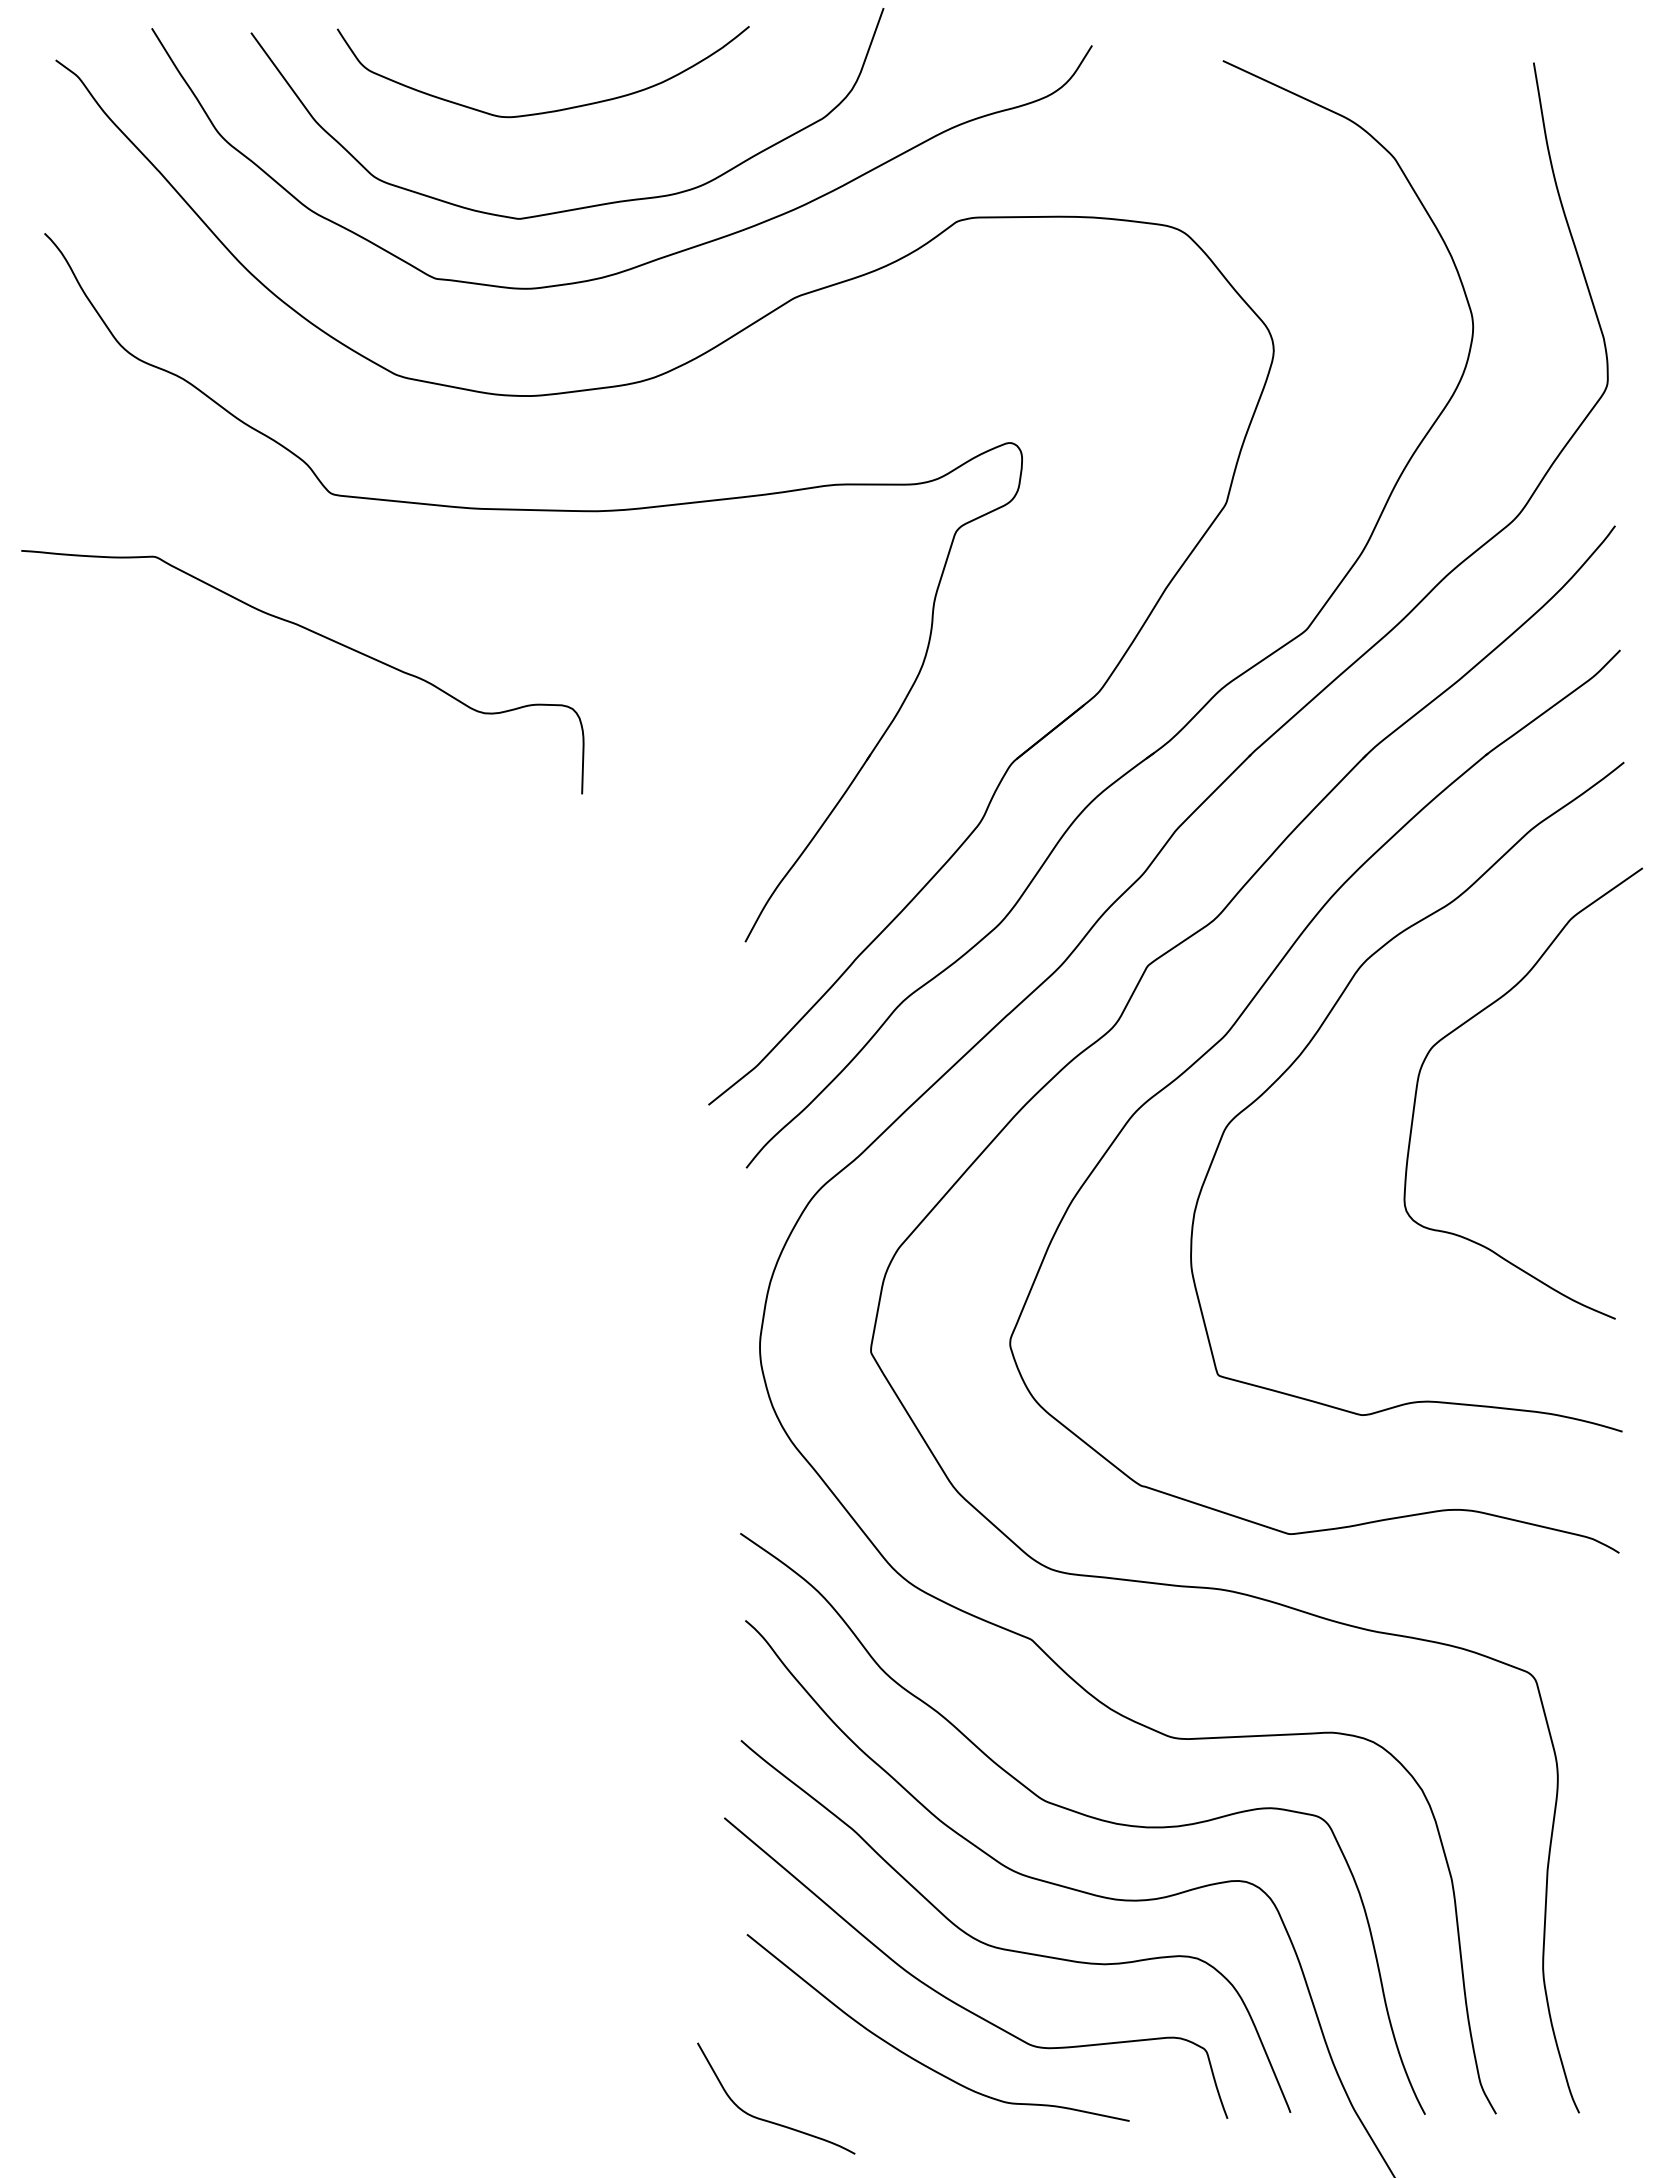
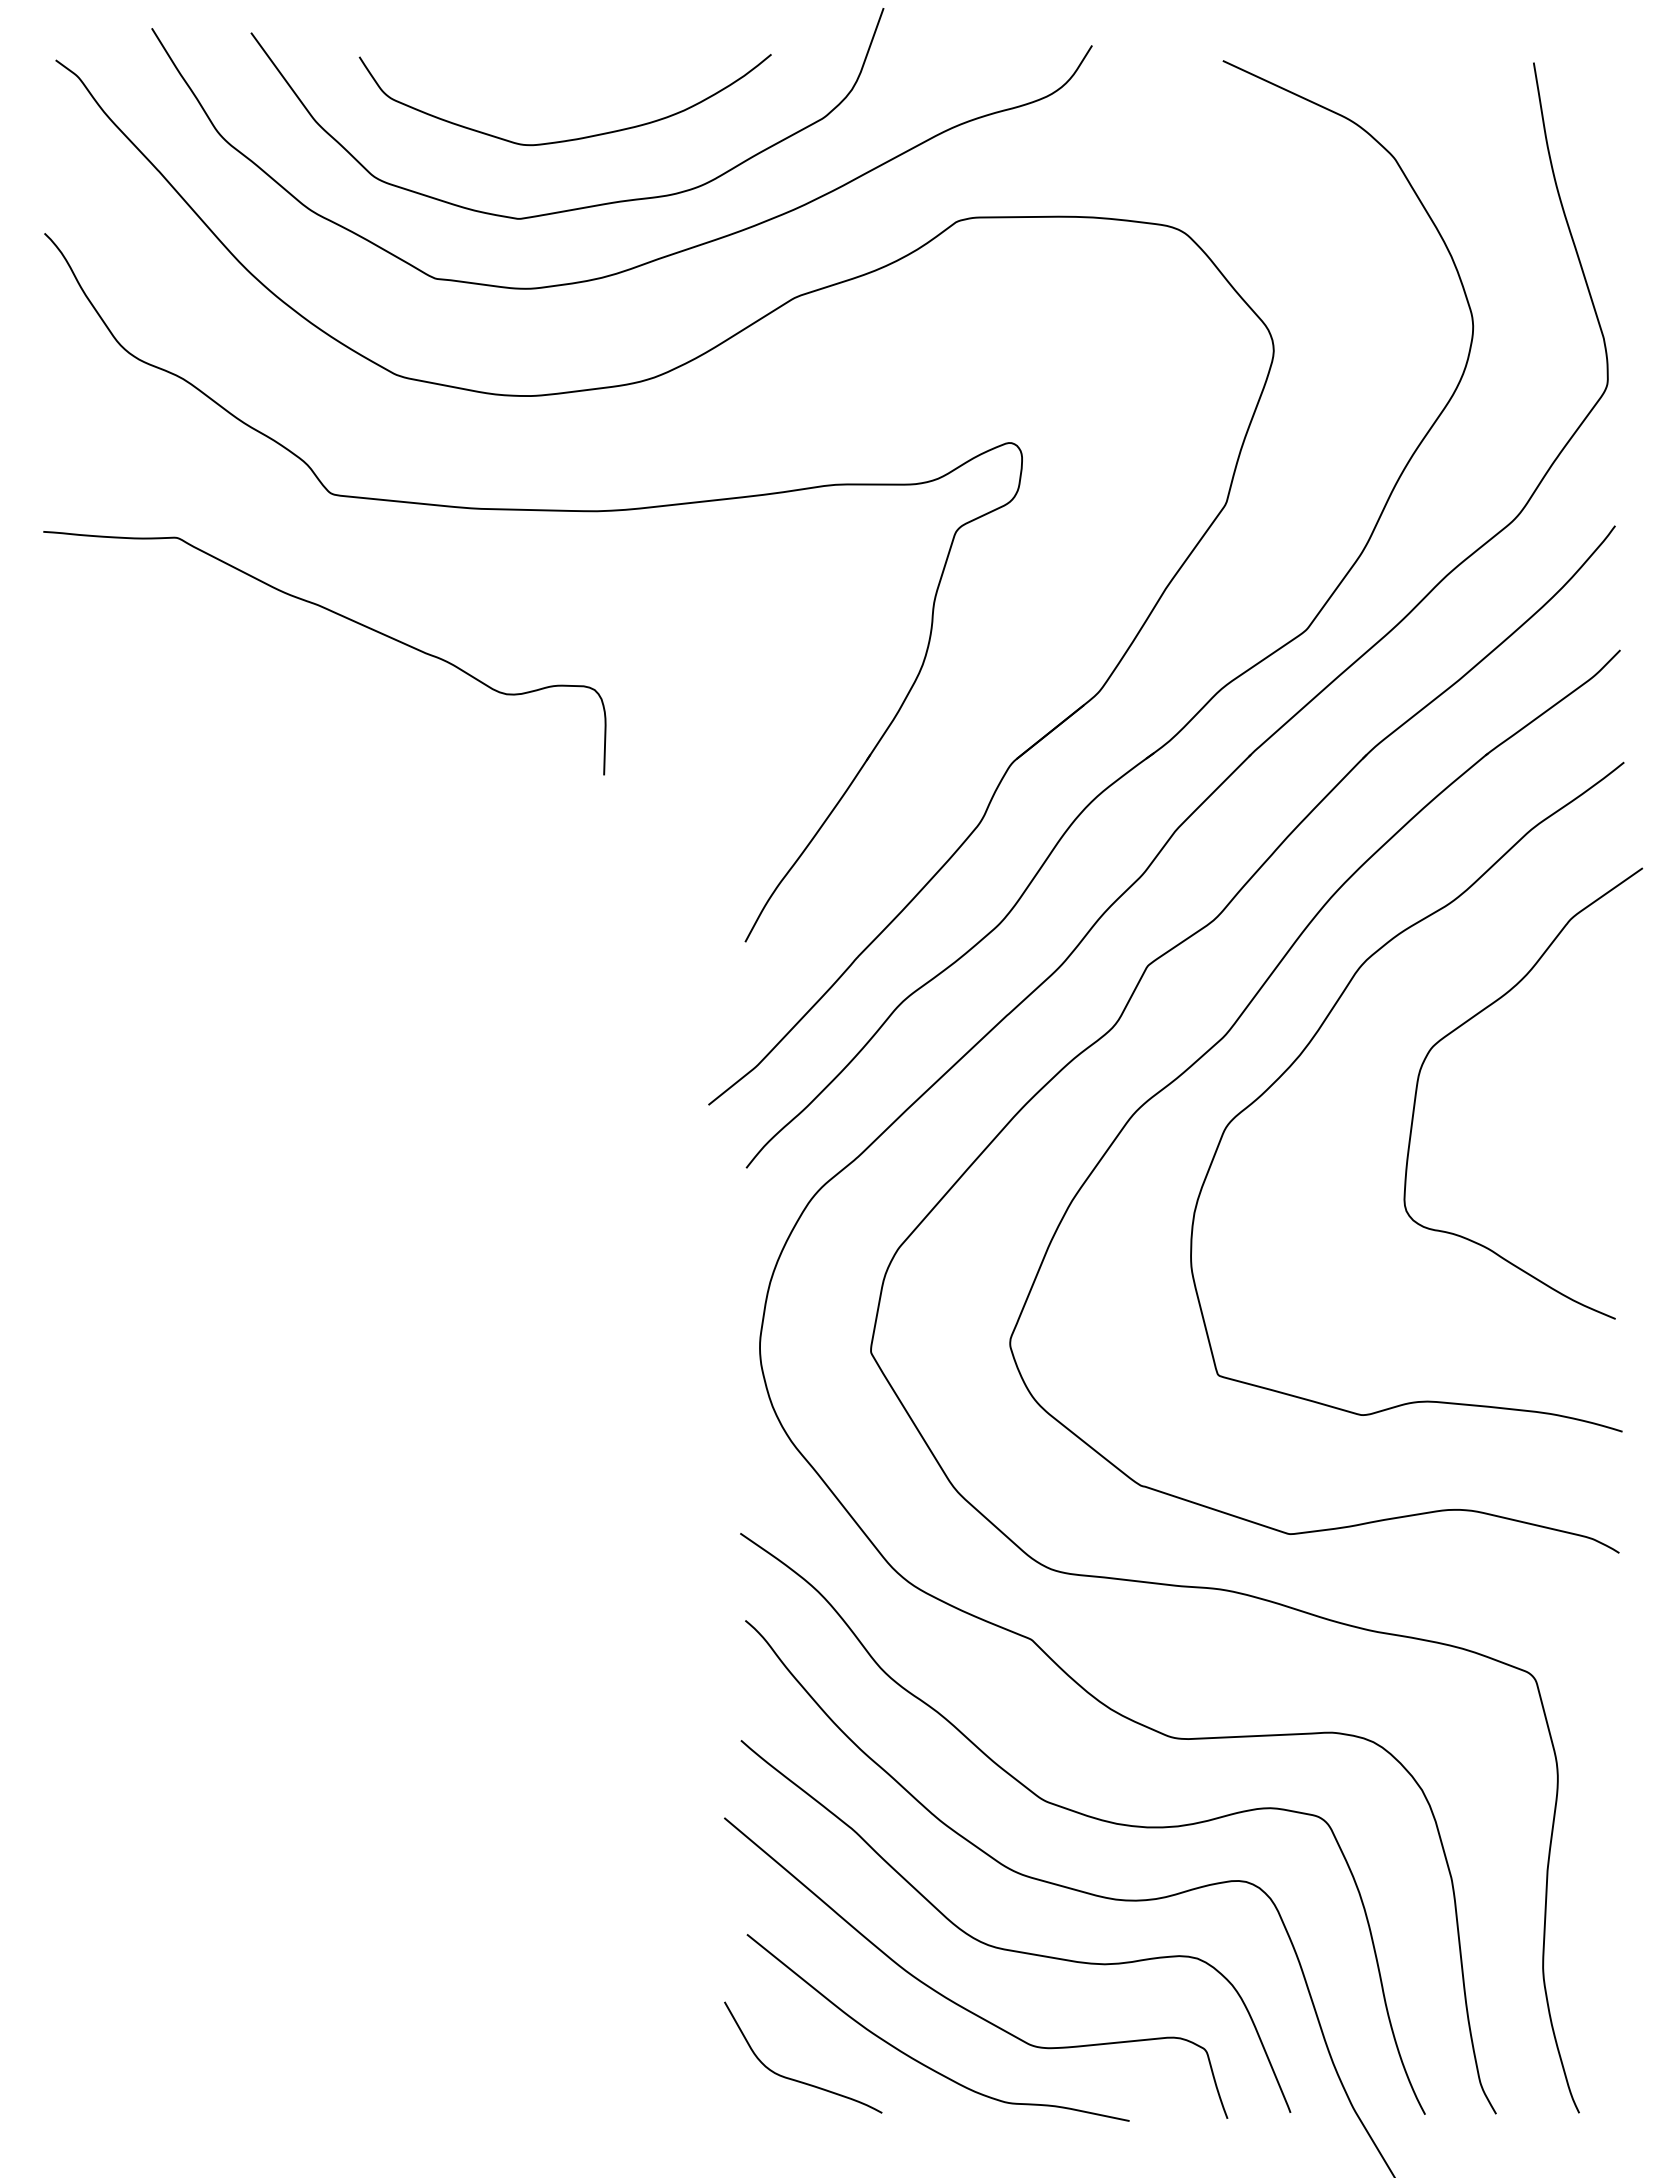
curve at (551, 110) position: (551, 110) -> (573, 138)
curve at (318, 635) position: (318, 635) -> (340, 616)
curve at (769, 2120) position: (769, 2120) -> (796, 2079)
